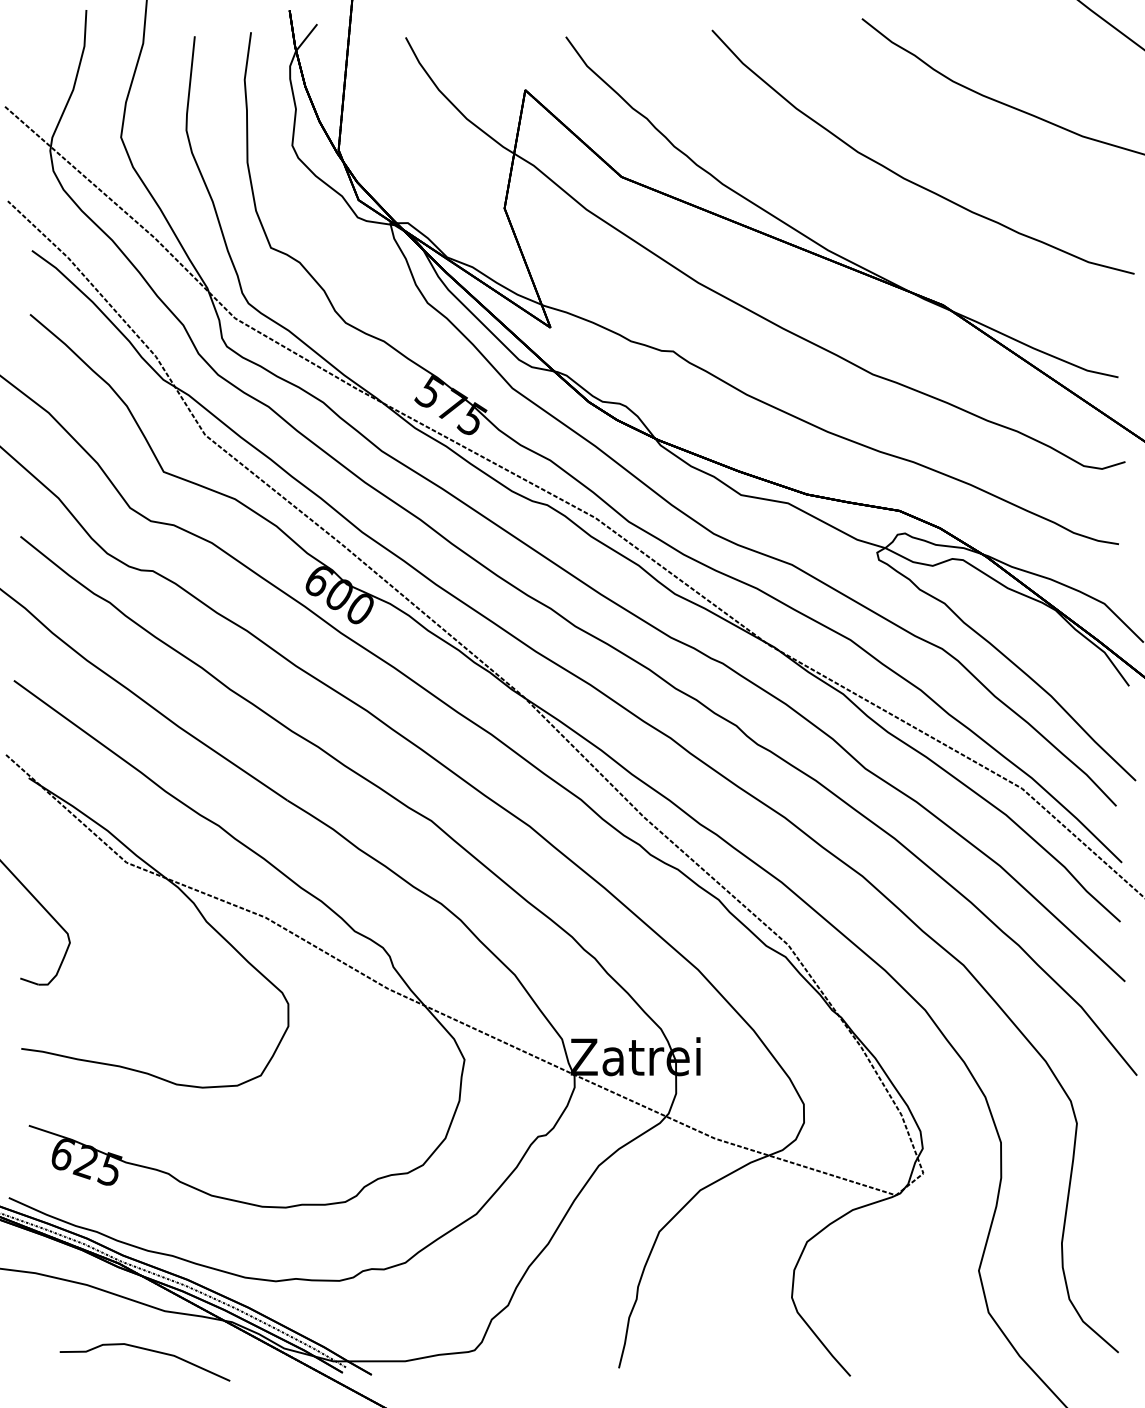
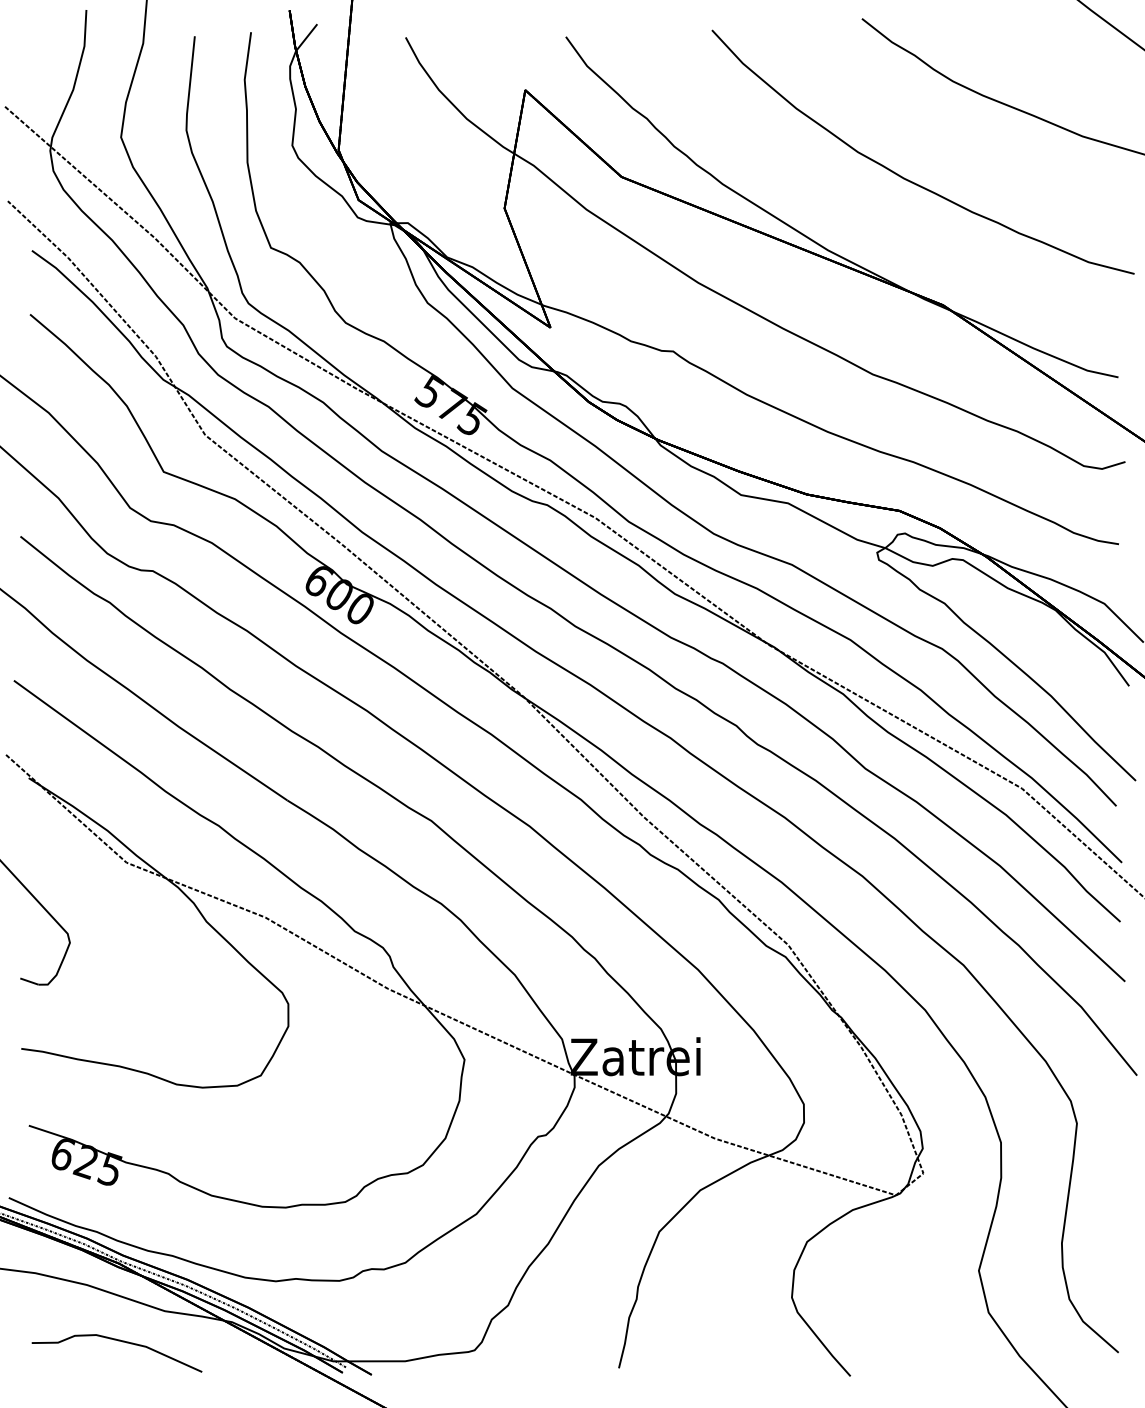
curve at (146, 1350) position: (146, 1350) -> (118, 1341)
